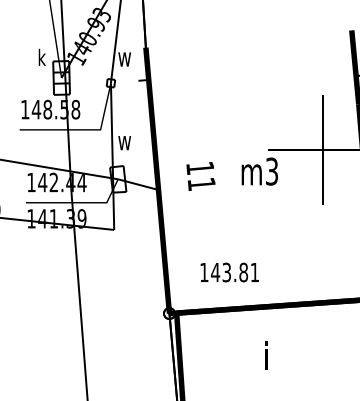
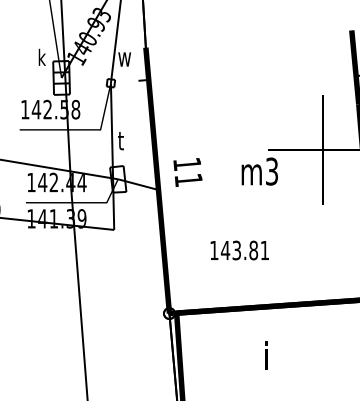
text at (47, 109): 148.58 -> 142.58
text at (124, 141): w -> t
text at (200, 176) position: (200, 176) -> (187, 172)
text at (229, 272) position: (229, 272) -> (239, 250)
